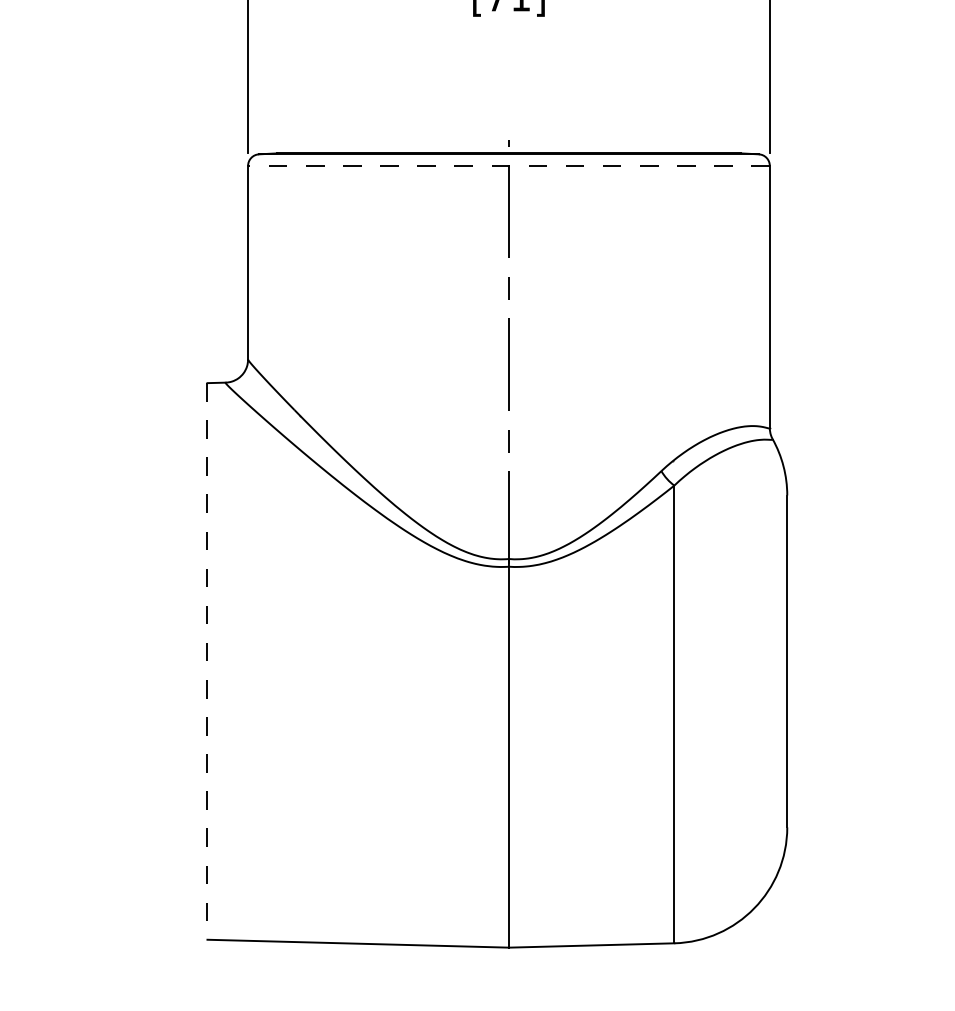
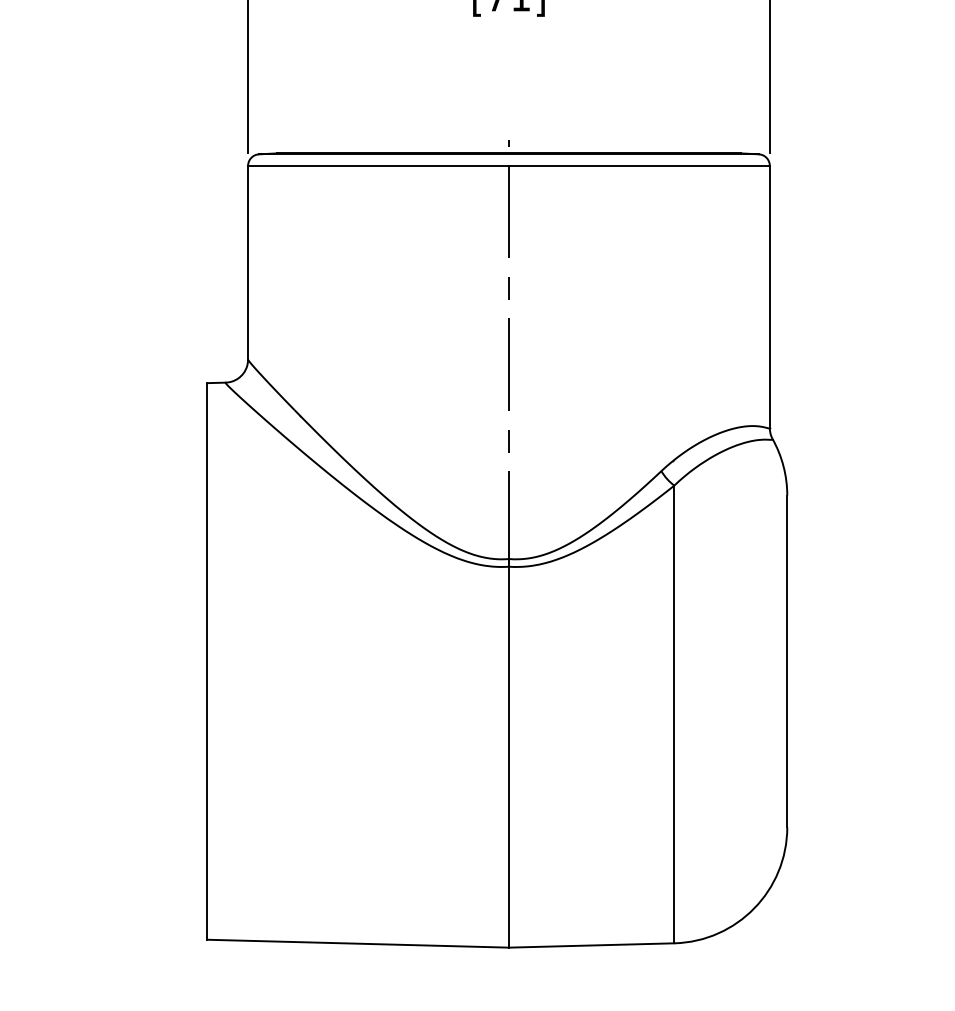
line at (508, 165): dashed -> solid
line at (207, 661): dashed -> solid
